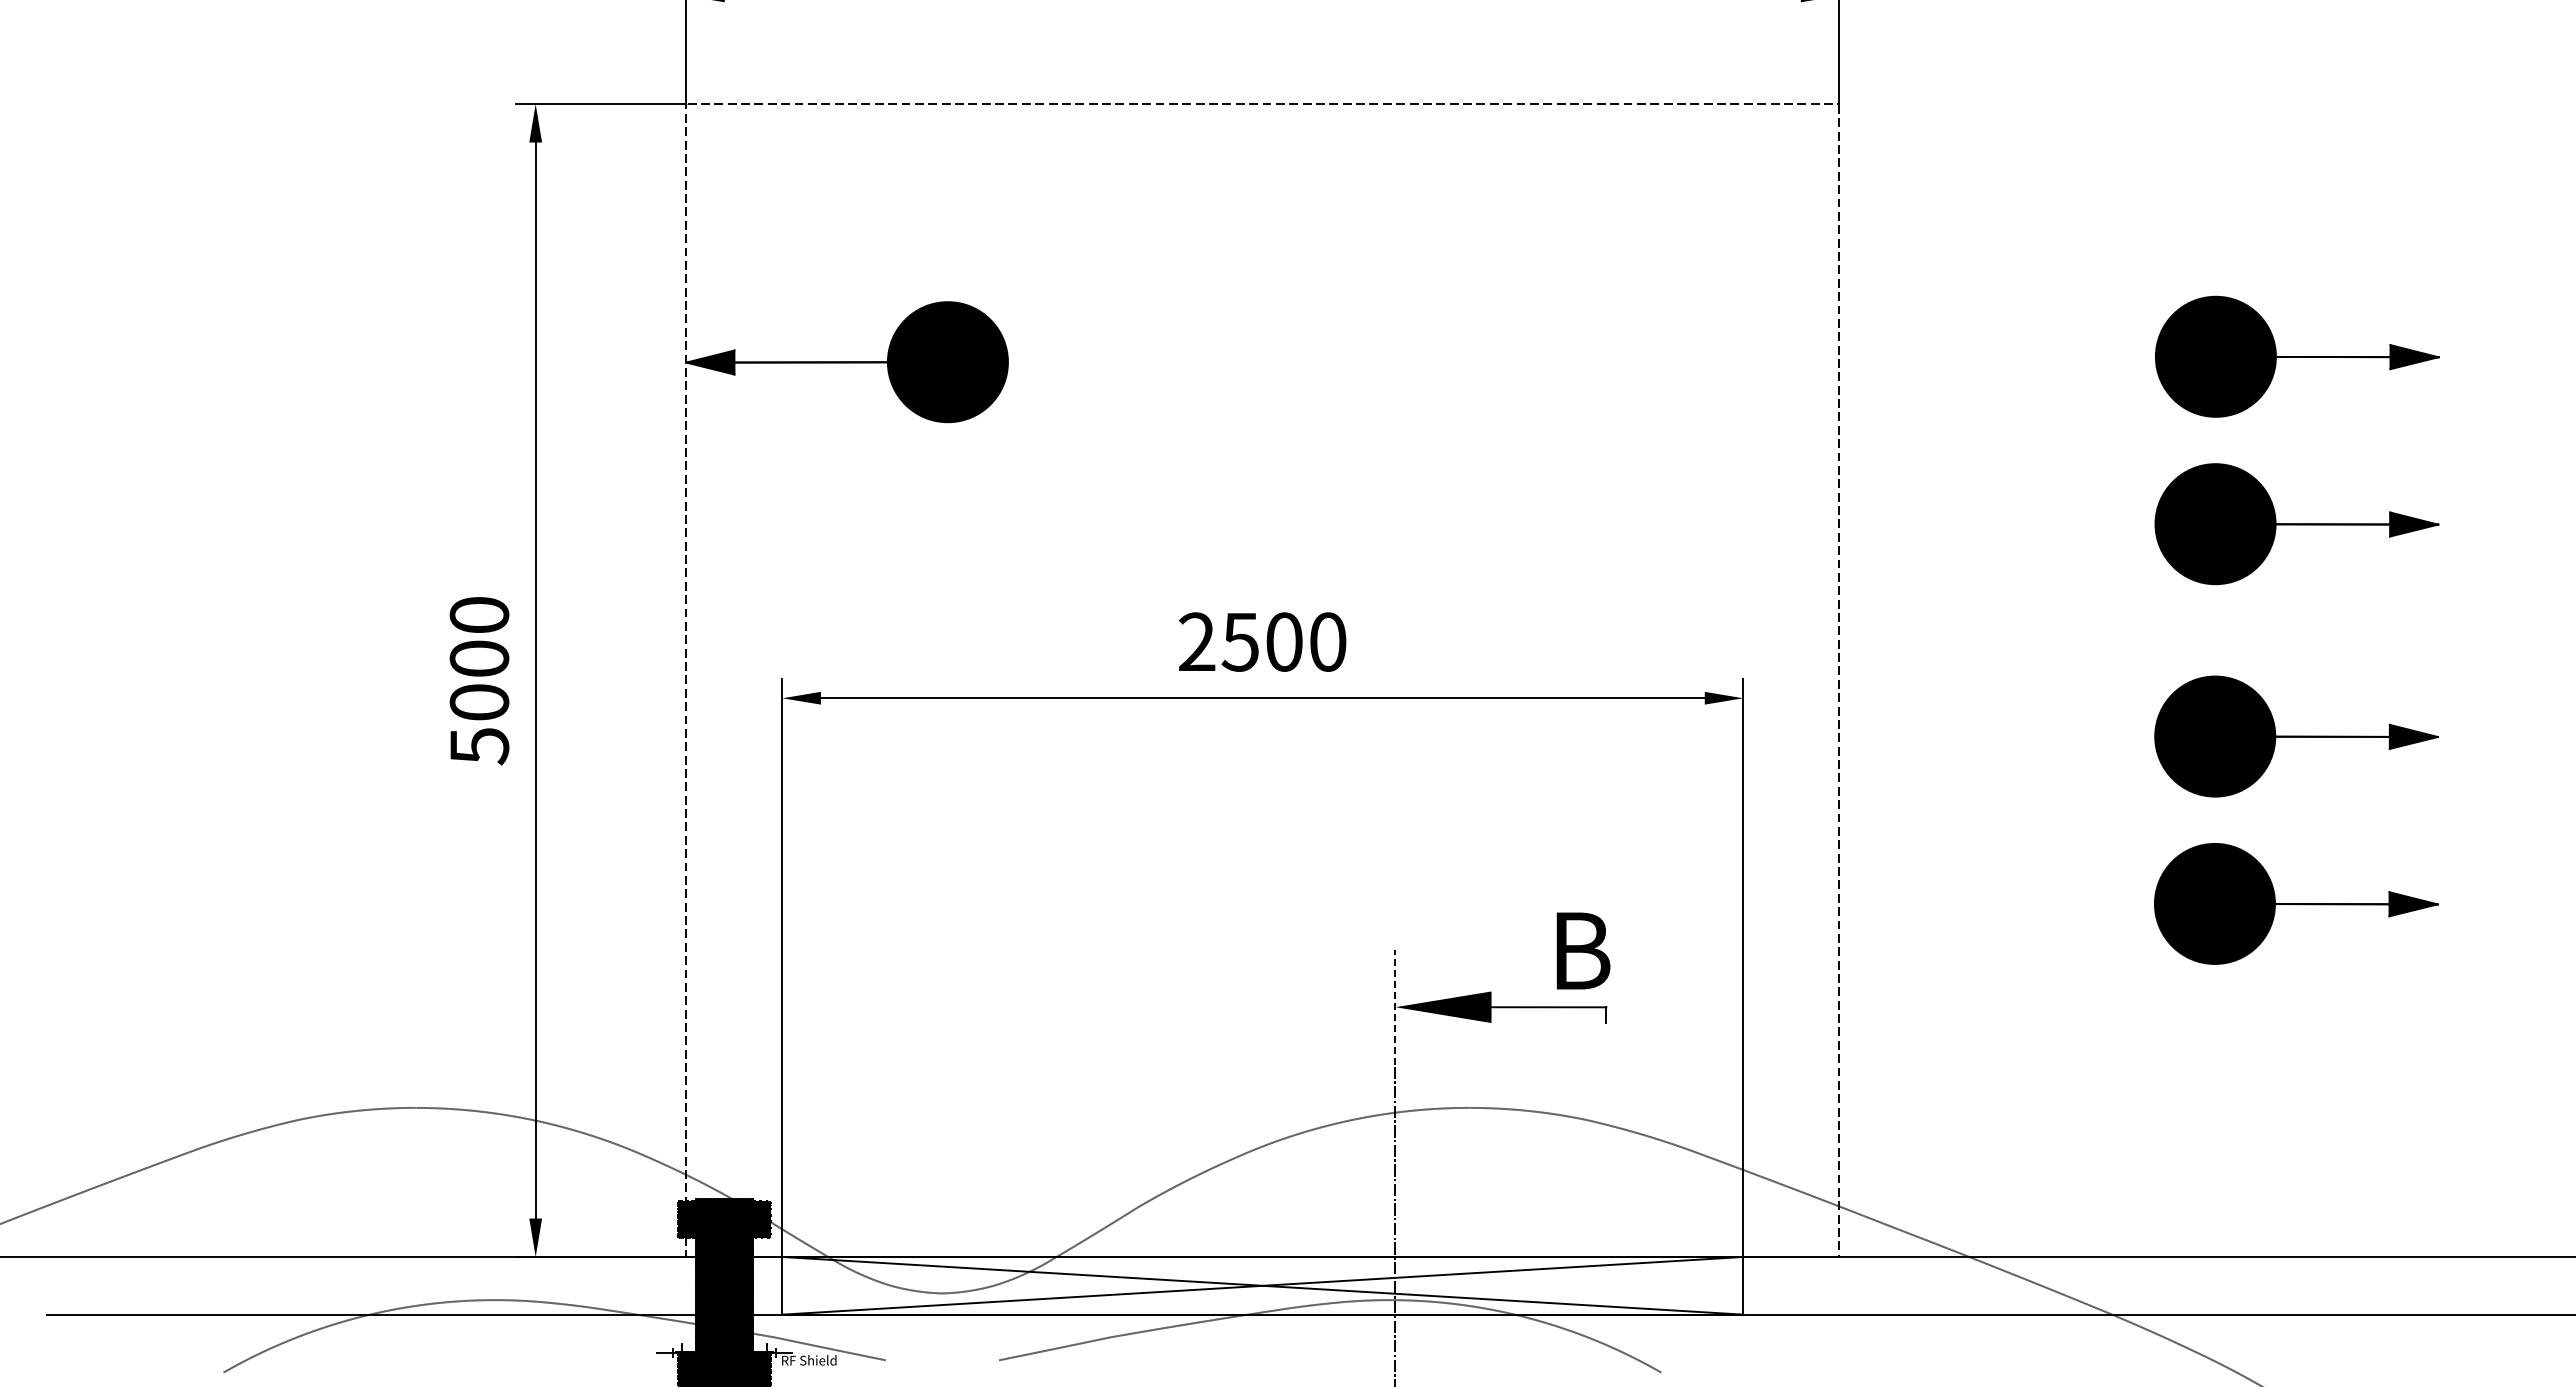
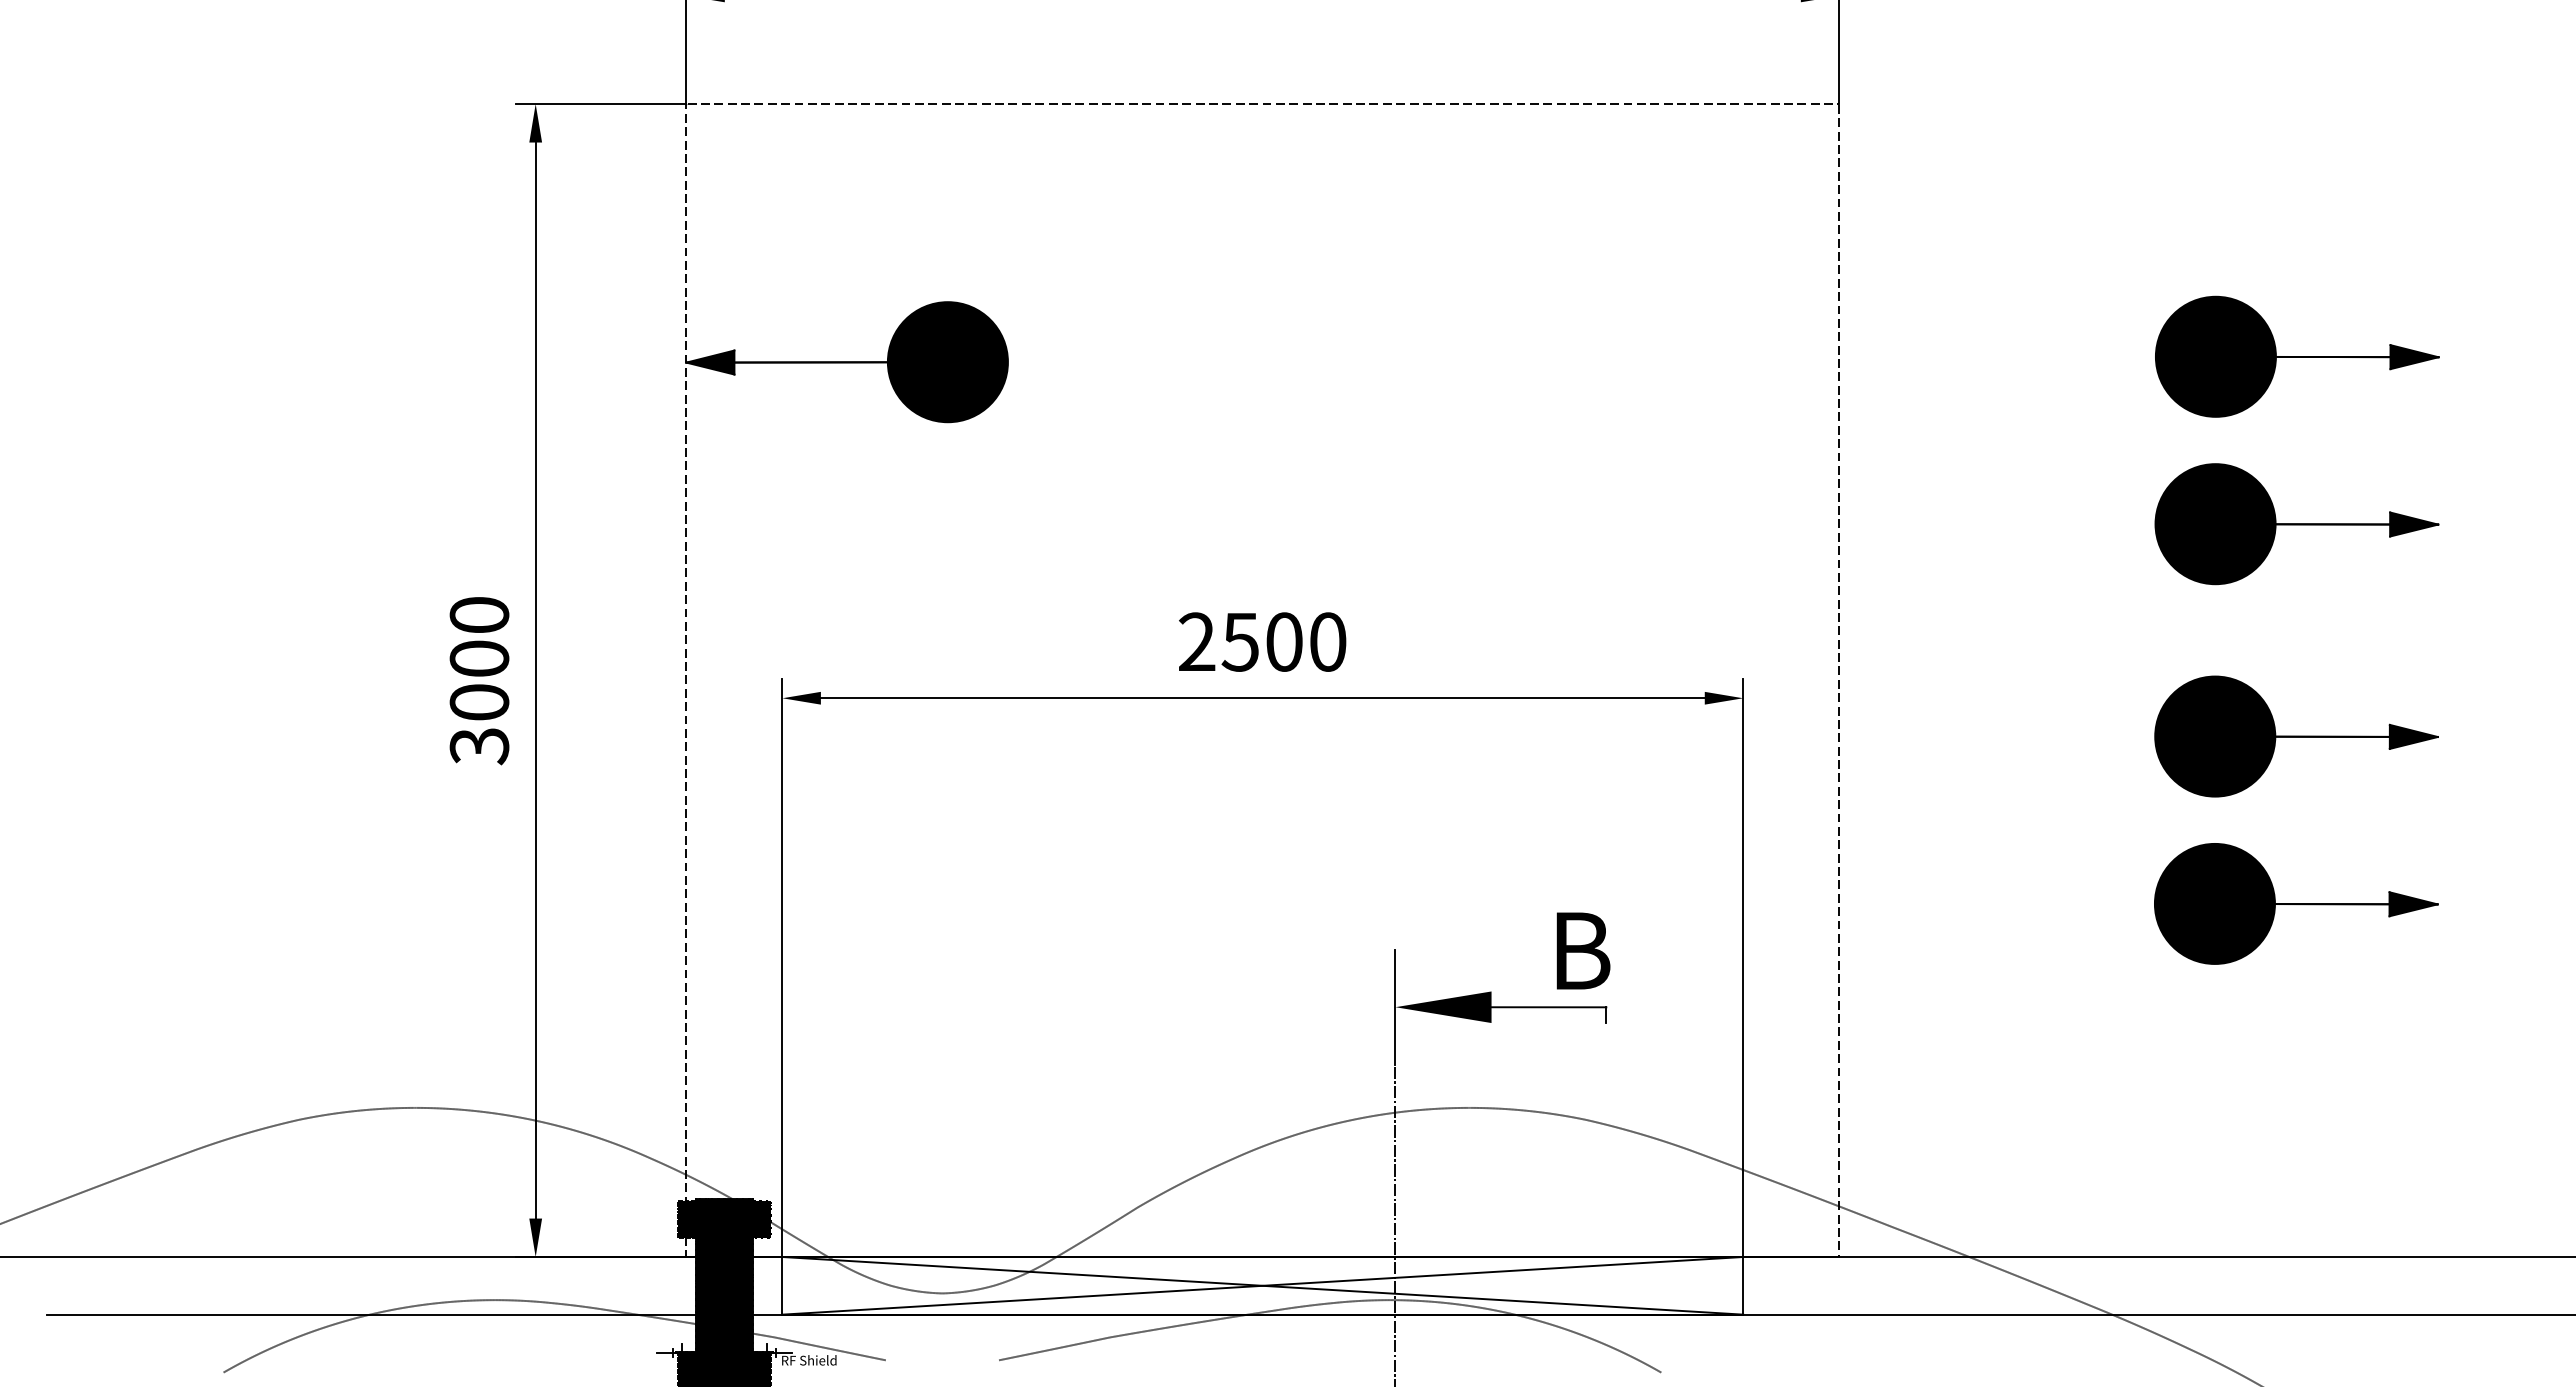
text at (478, 746): 5000 -> 3000
line at (1395, 1007): dashed -> solid
